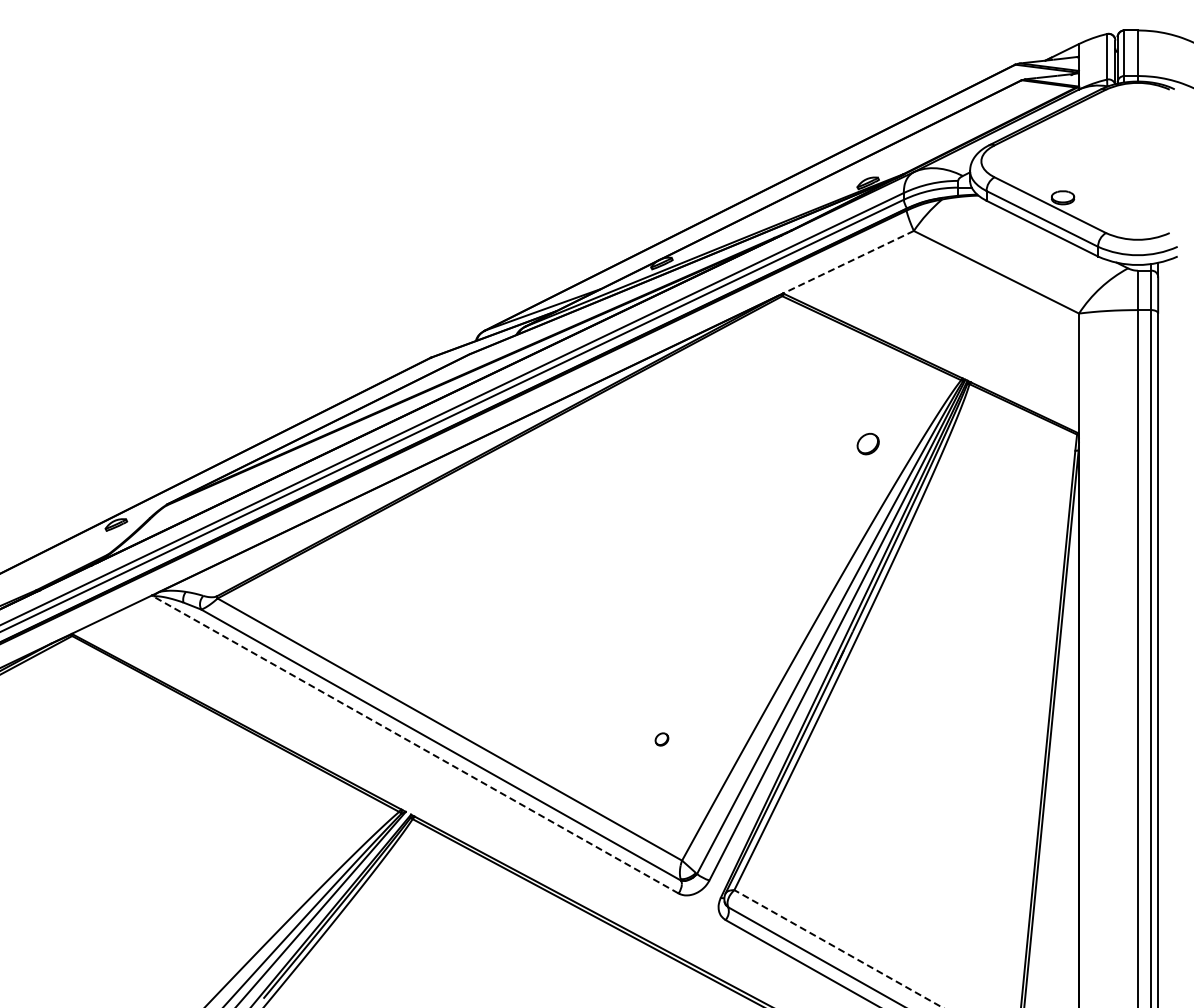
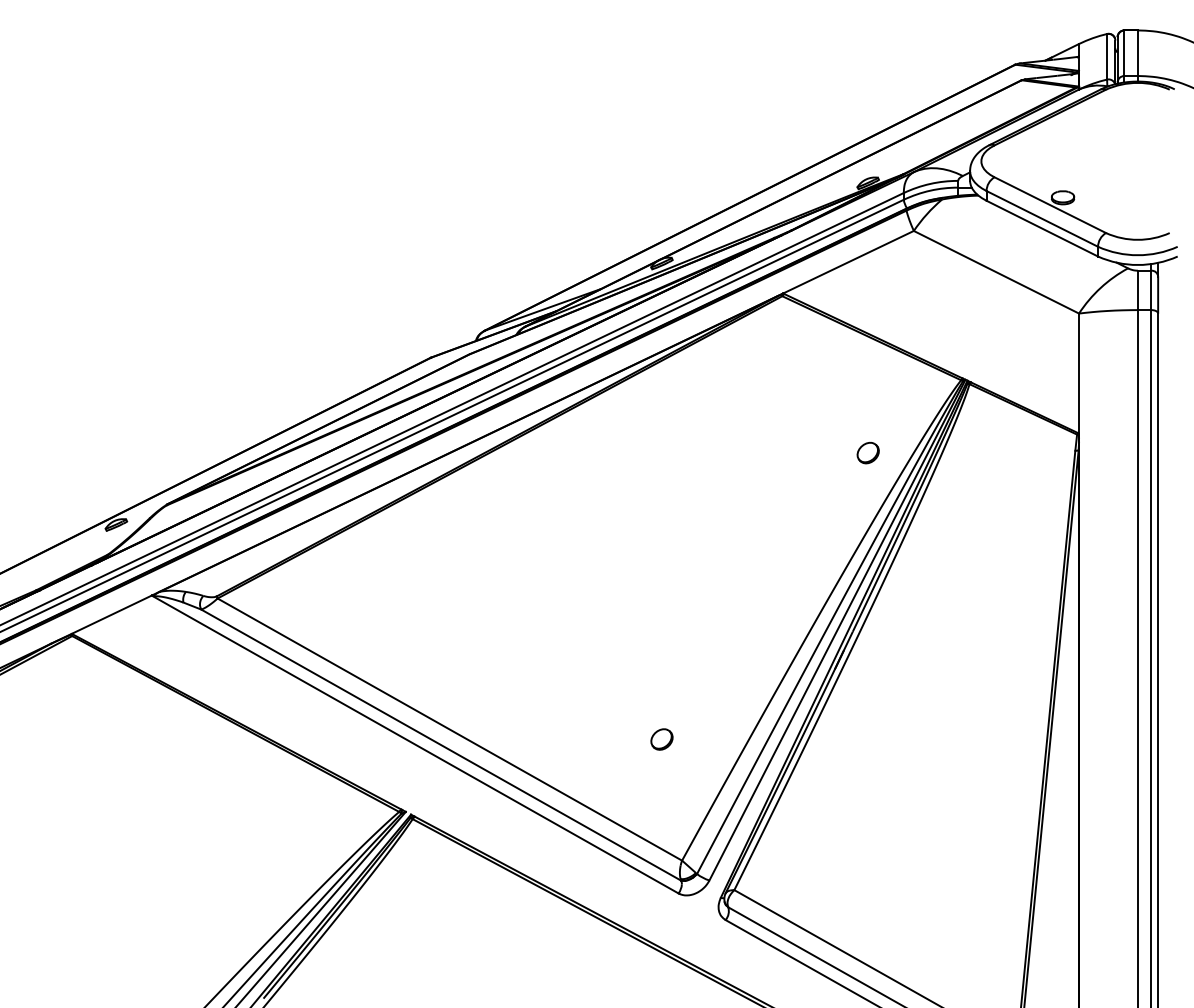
line at (848, 262): dashed -> solid
part at (867, 443) position: (867, 443) -> (867, 452)
part at (661, 739) size: 16x15 px -> 24x23 px
line at (415, 744): dashed -> solid
line at (838, 949): dashed -> solid
